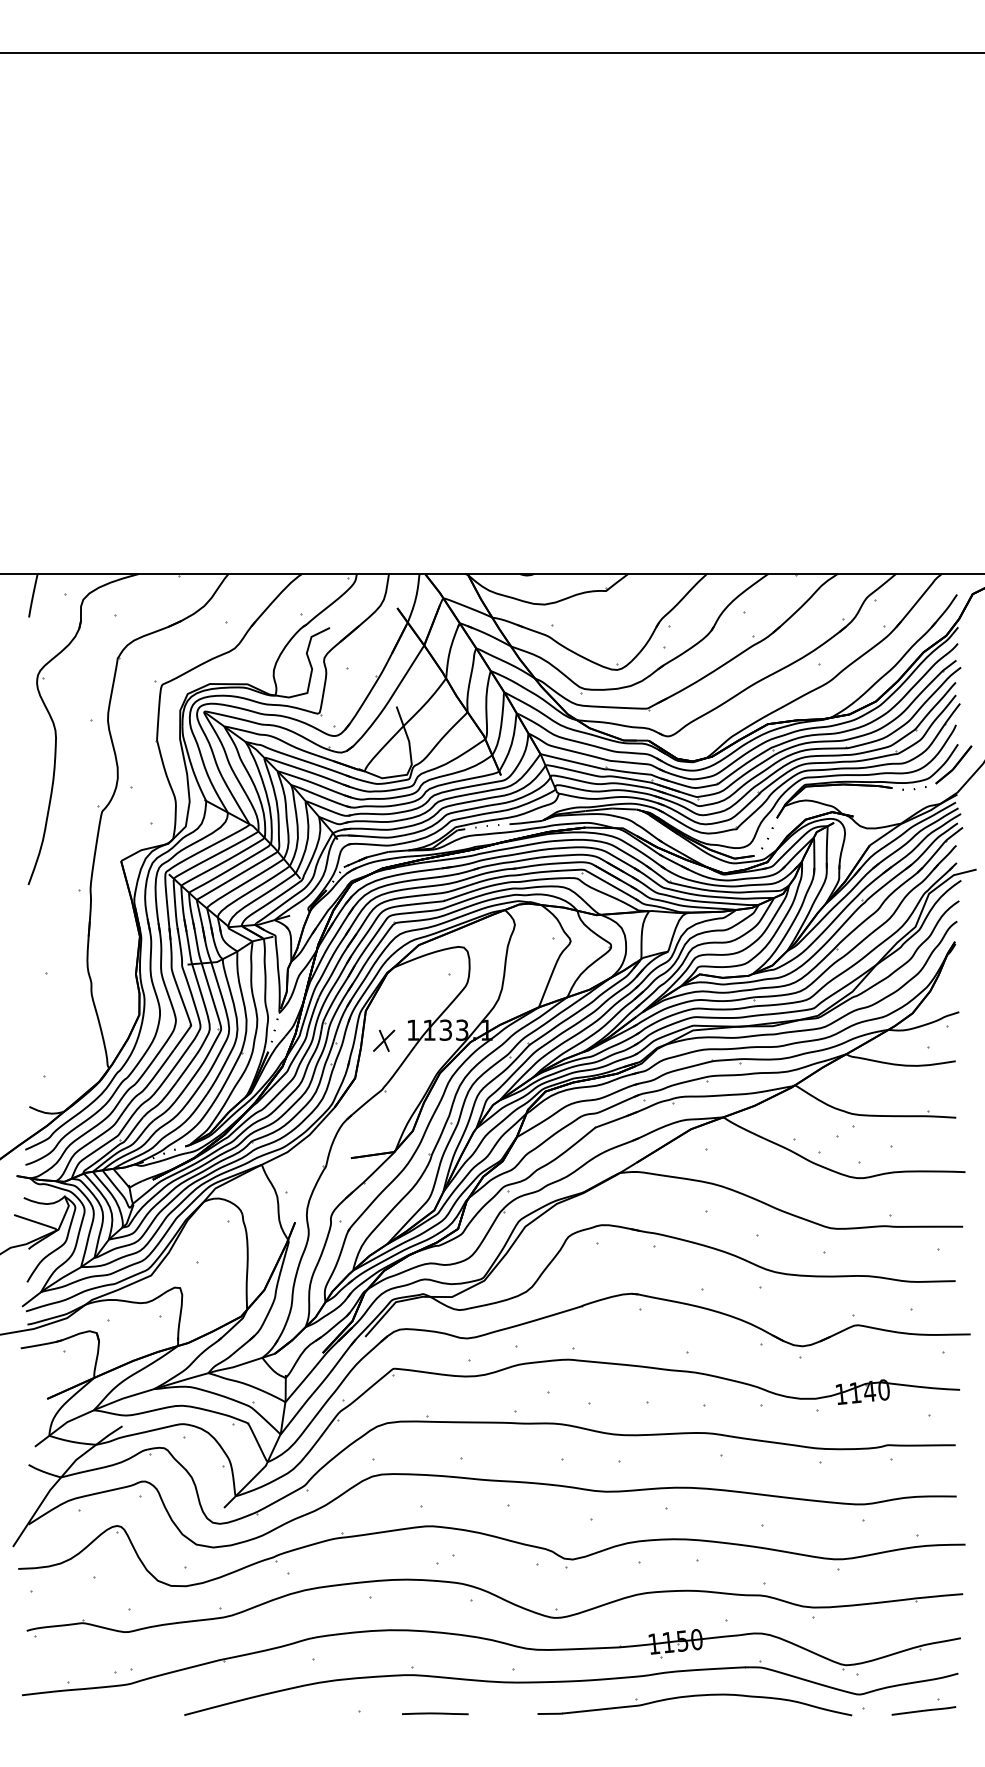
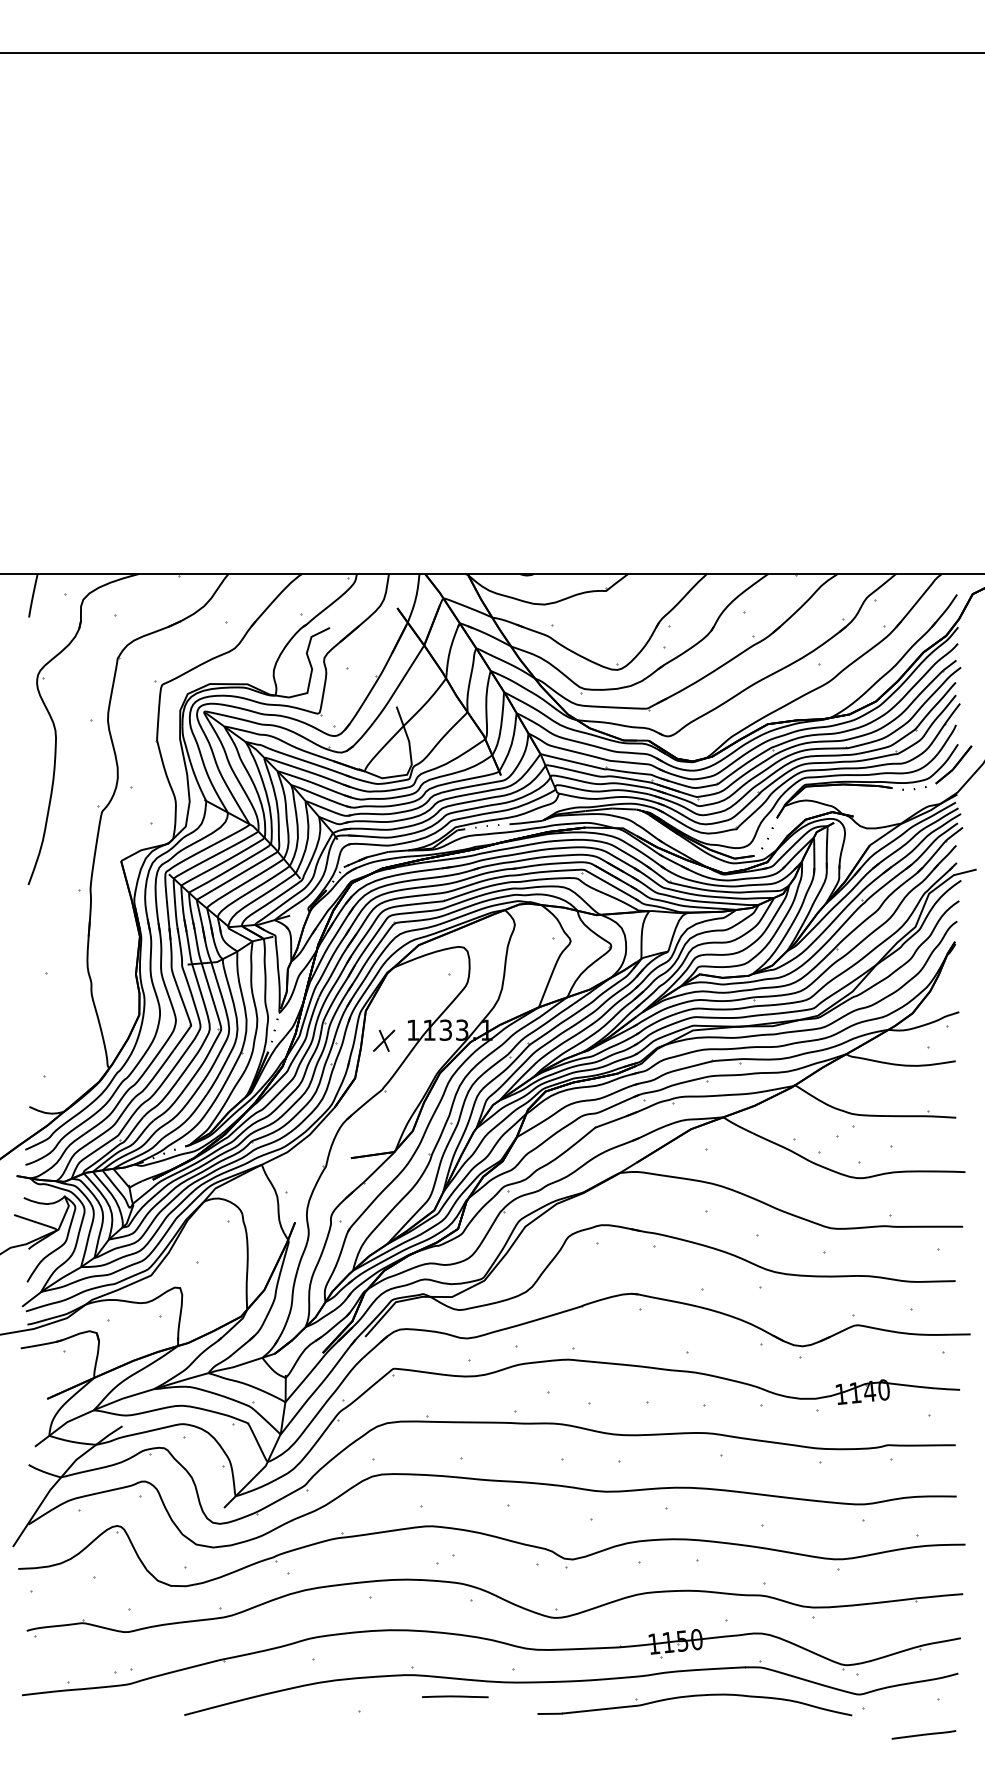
line at (923, 1710) position: (923, 1710) -> (923, 1734)
line at (435, 1713) position: (435, 1713) -> (455, 1696)
